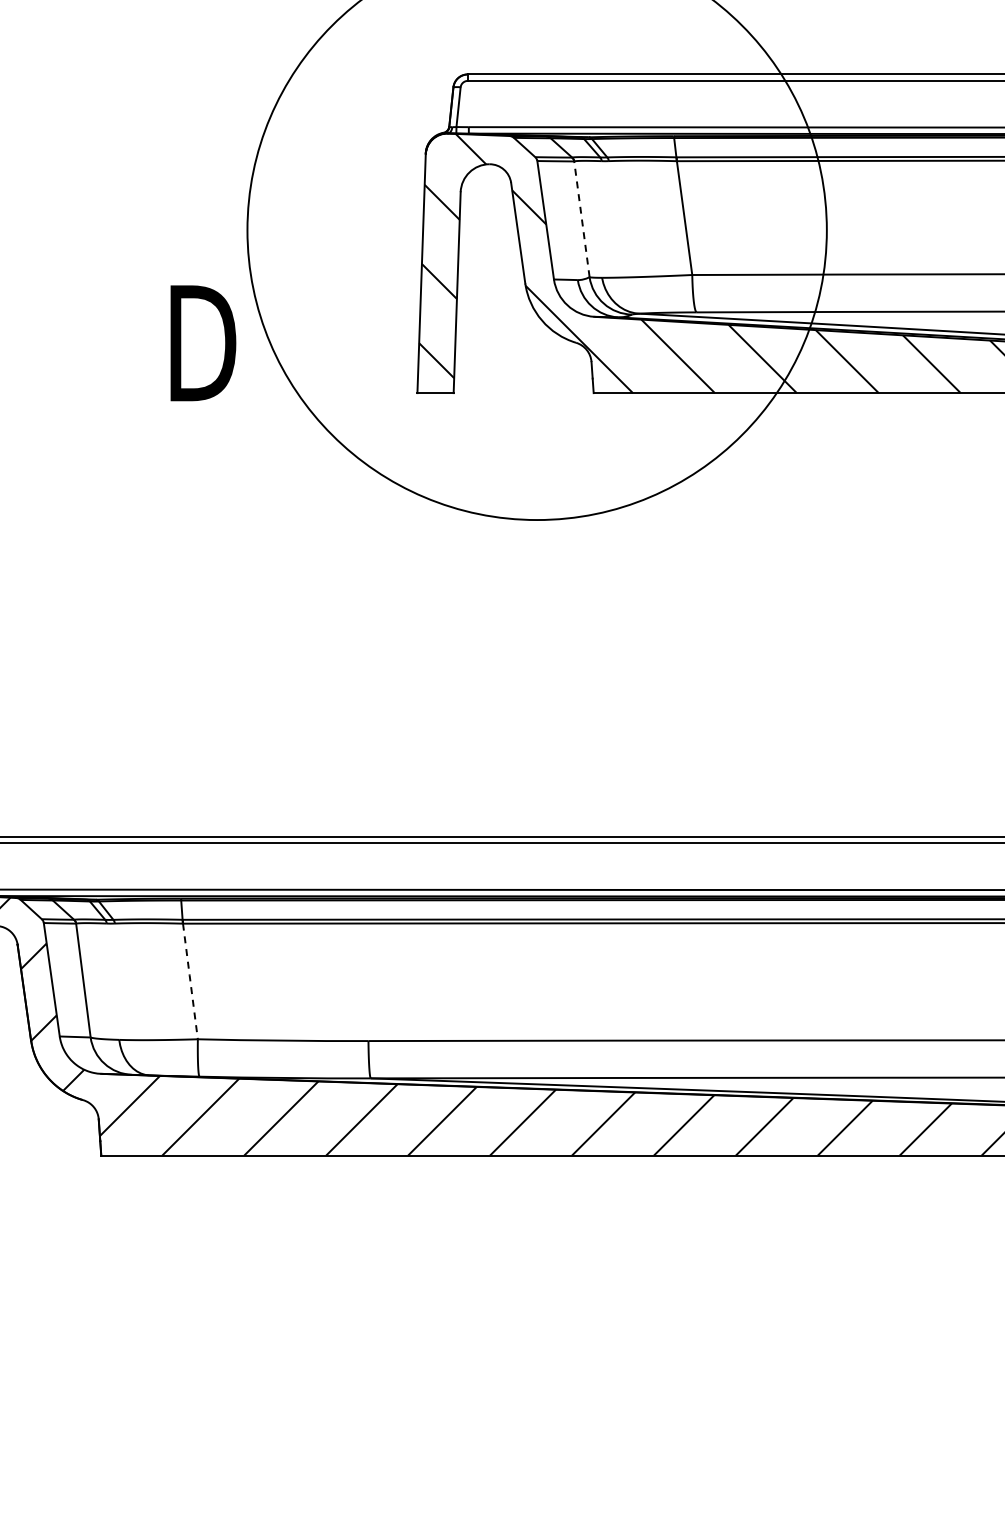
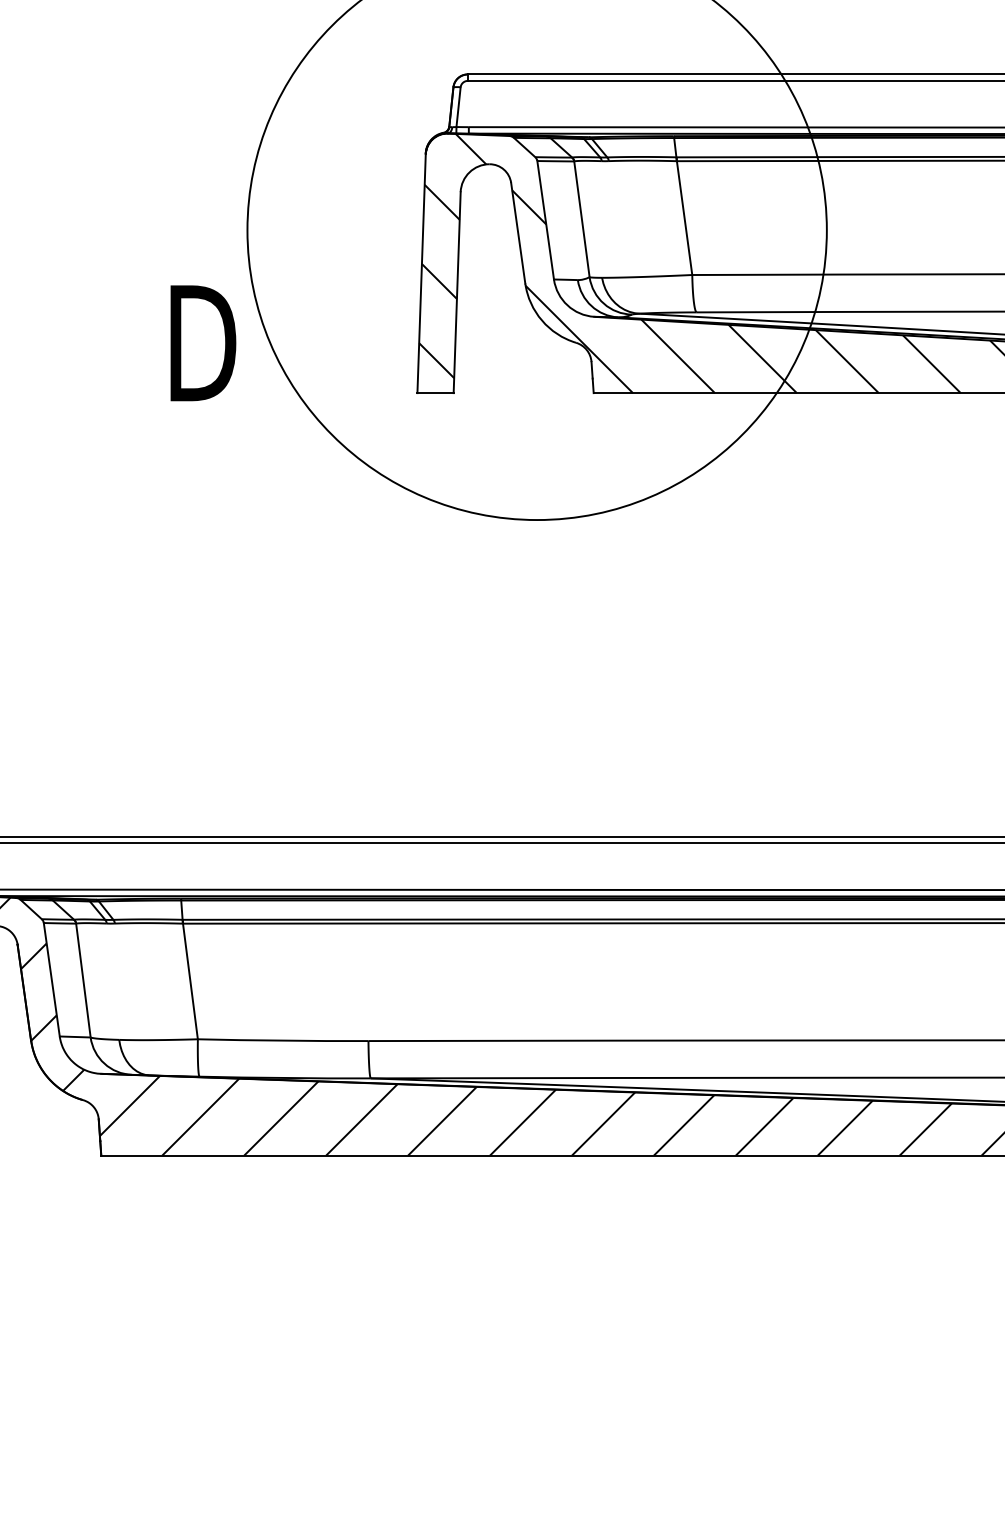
line at (581, 218): dashed -> solid
line at (190, 980): dashed -> solid
